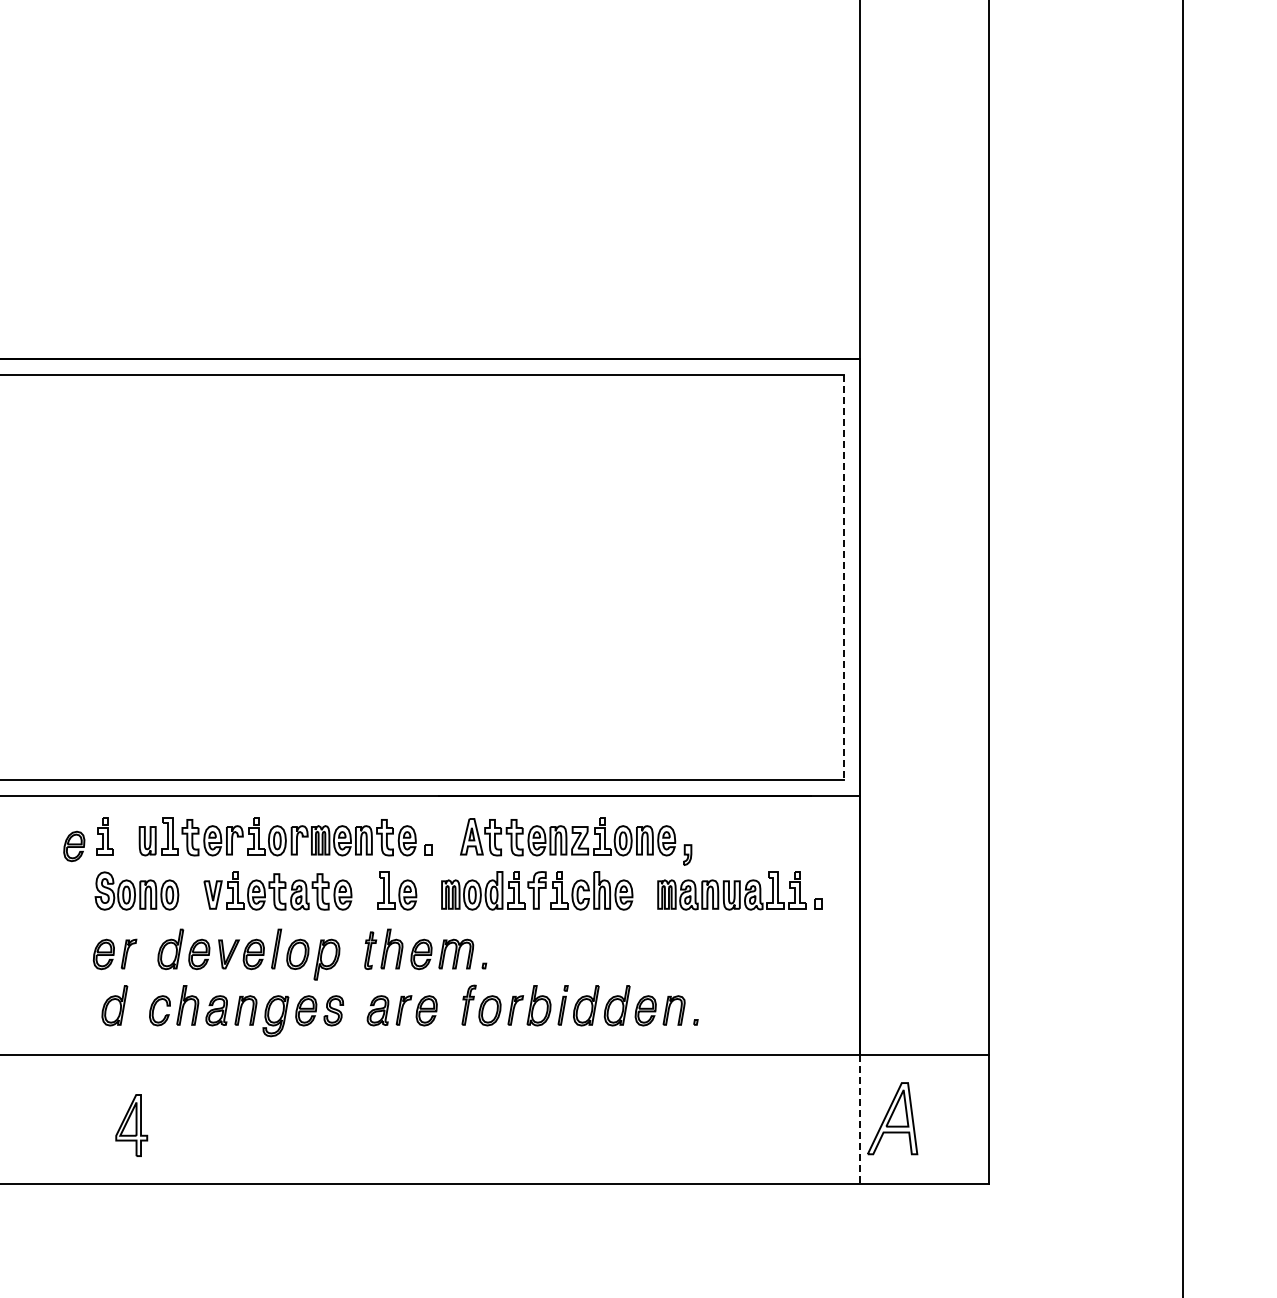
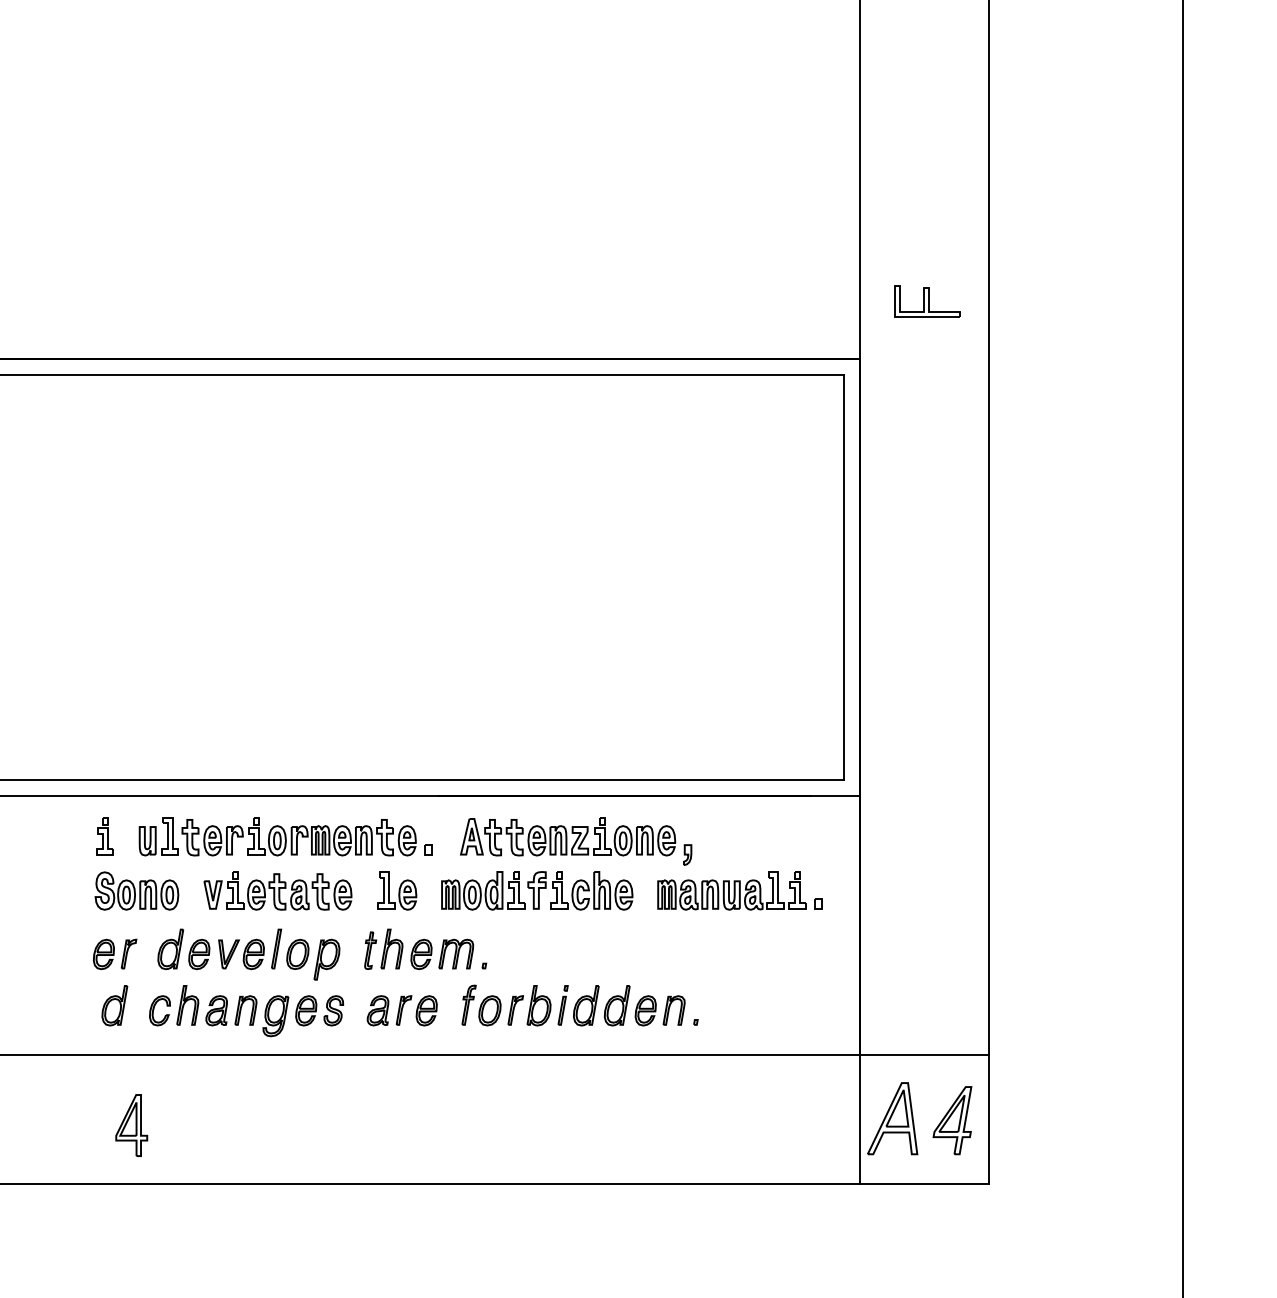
part at (927, 301): none -> present
line at (843, 578): dashed -> solid
part at (74, 846): present -> none
line at (859, 1119): dashed -> solid
part at (952, 1120): none -> present
